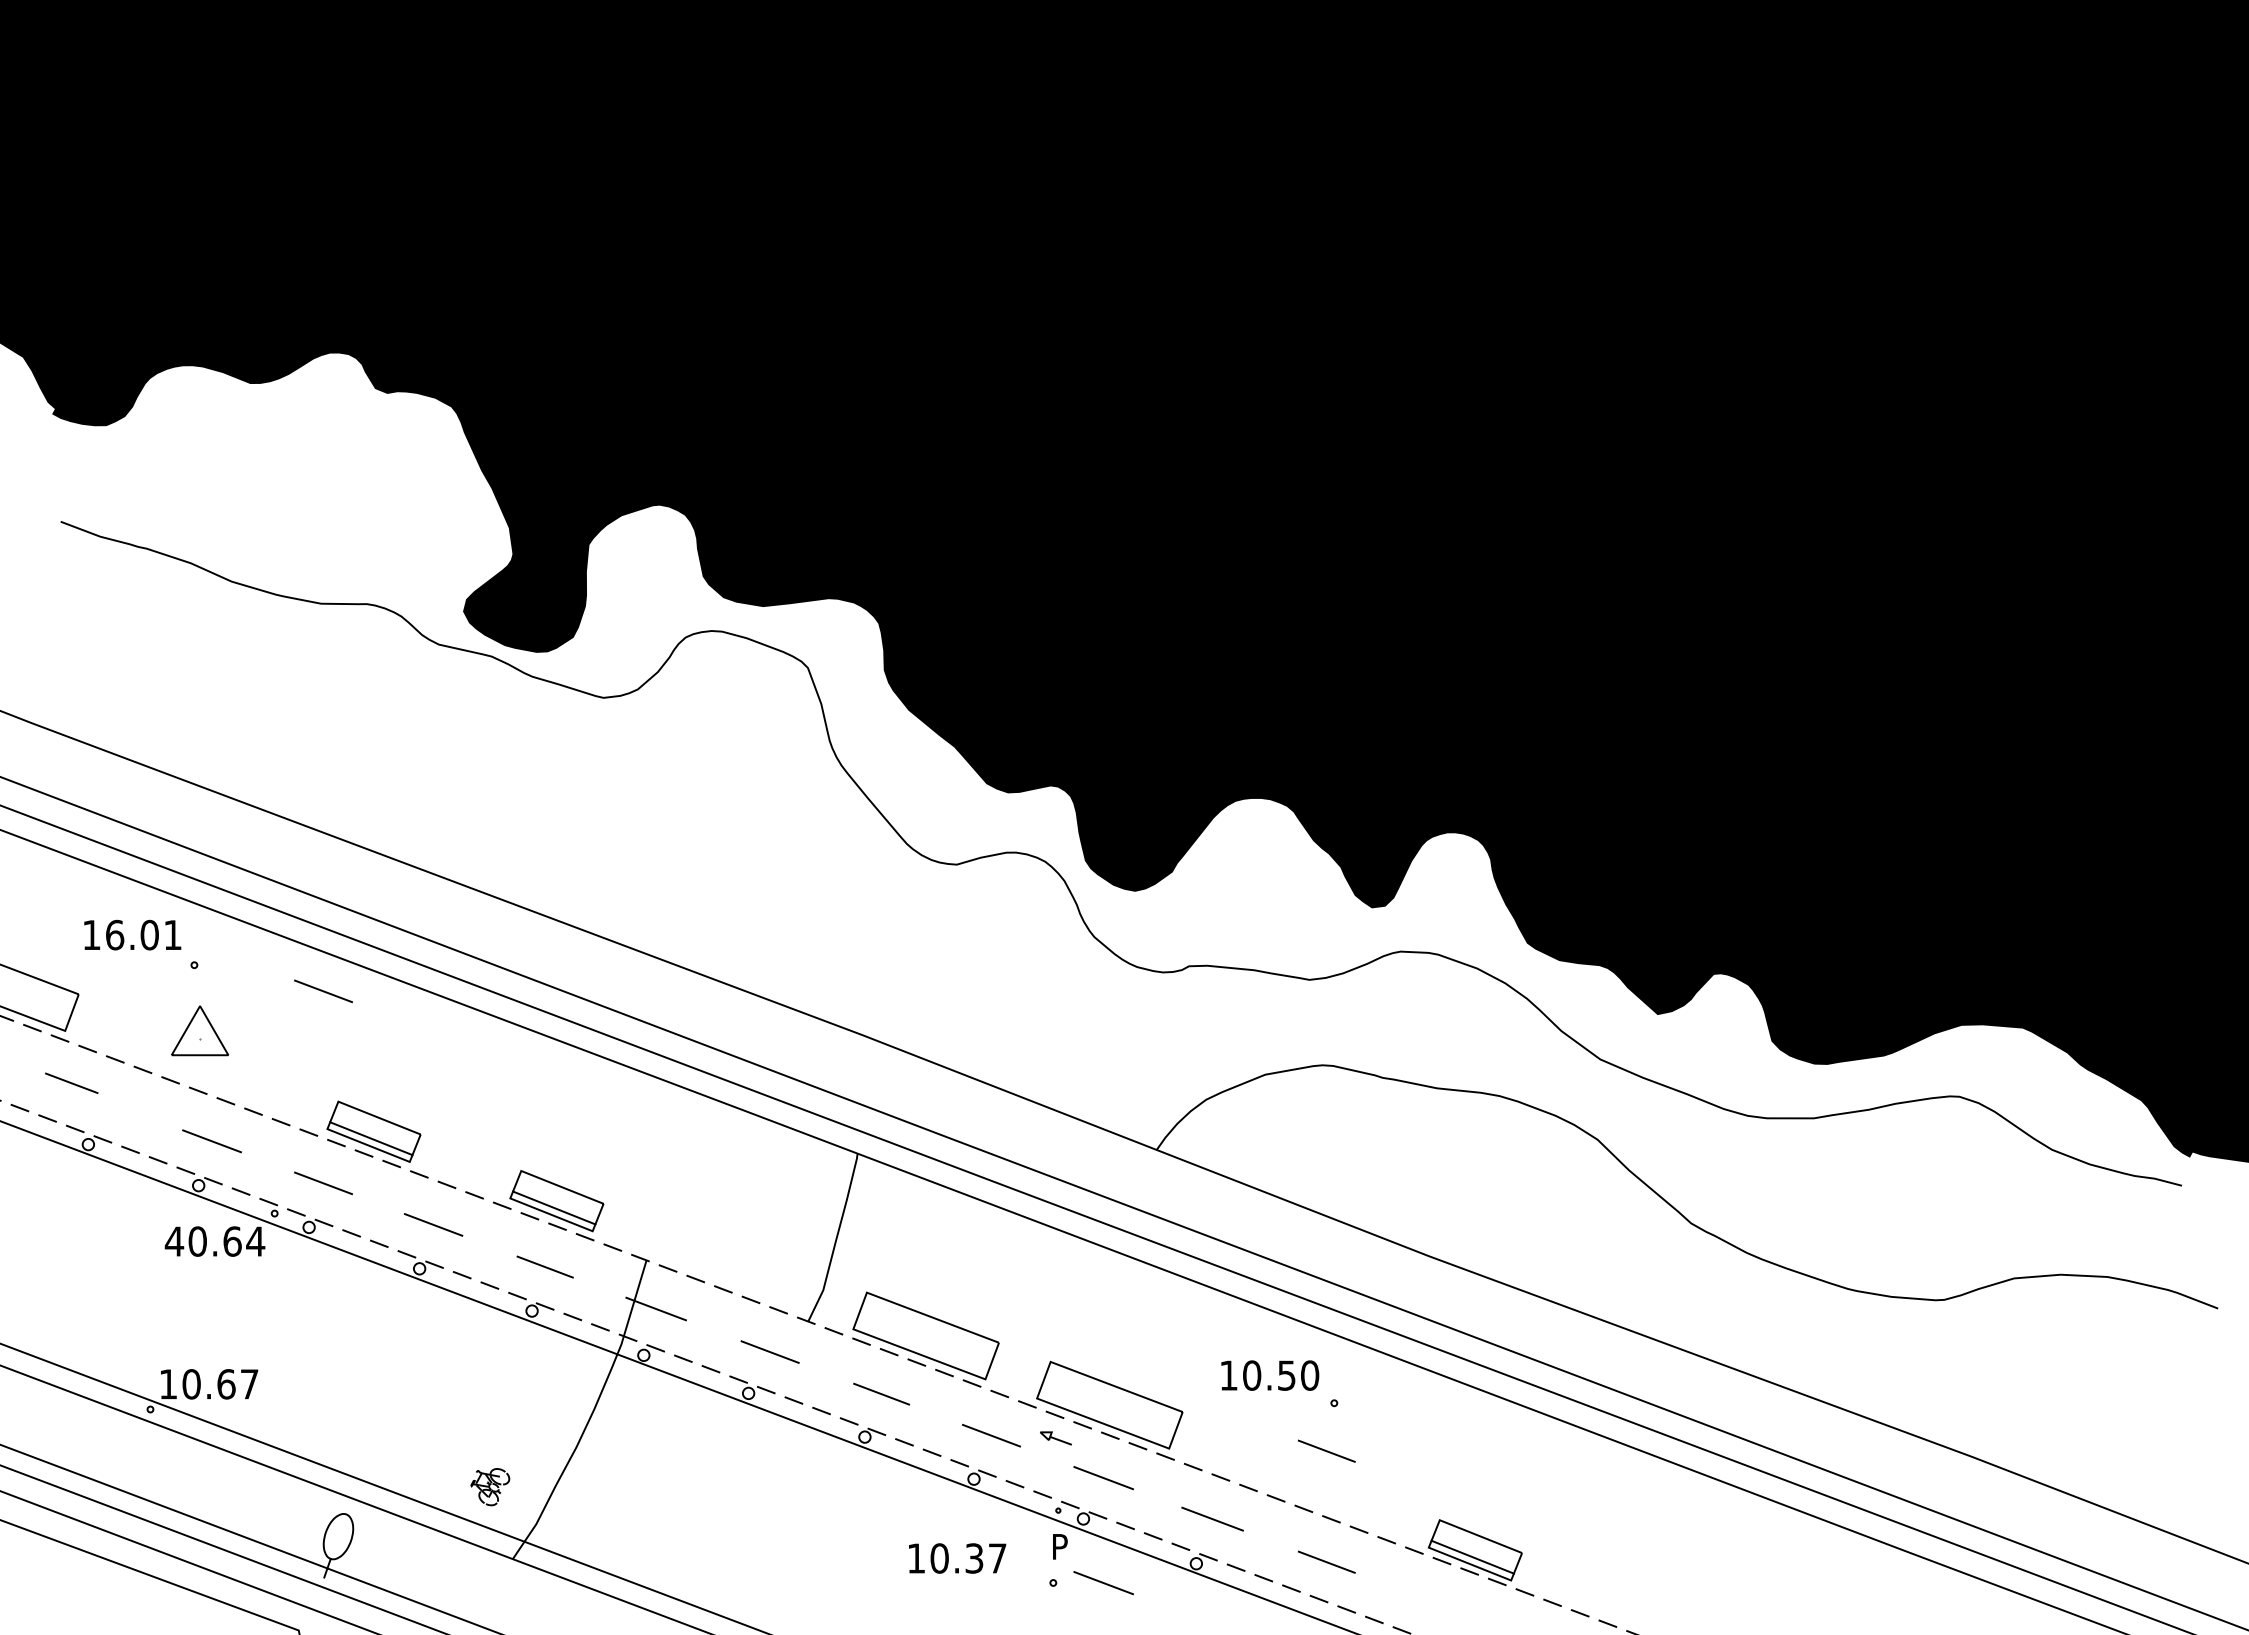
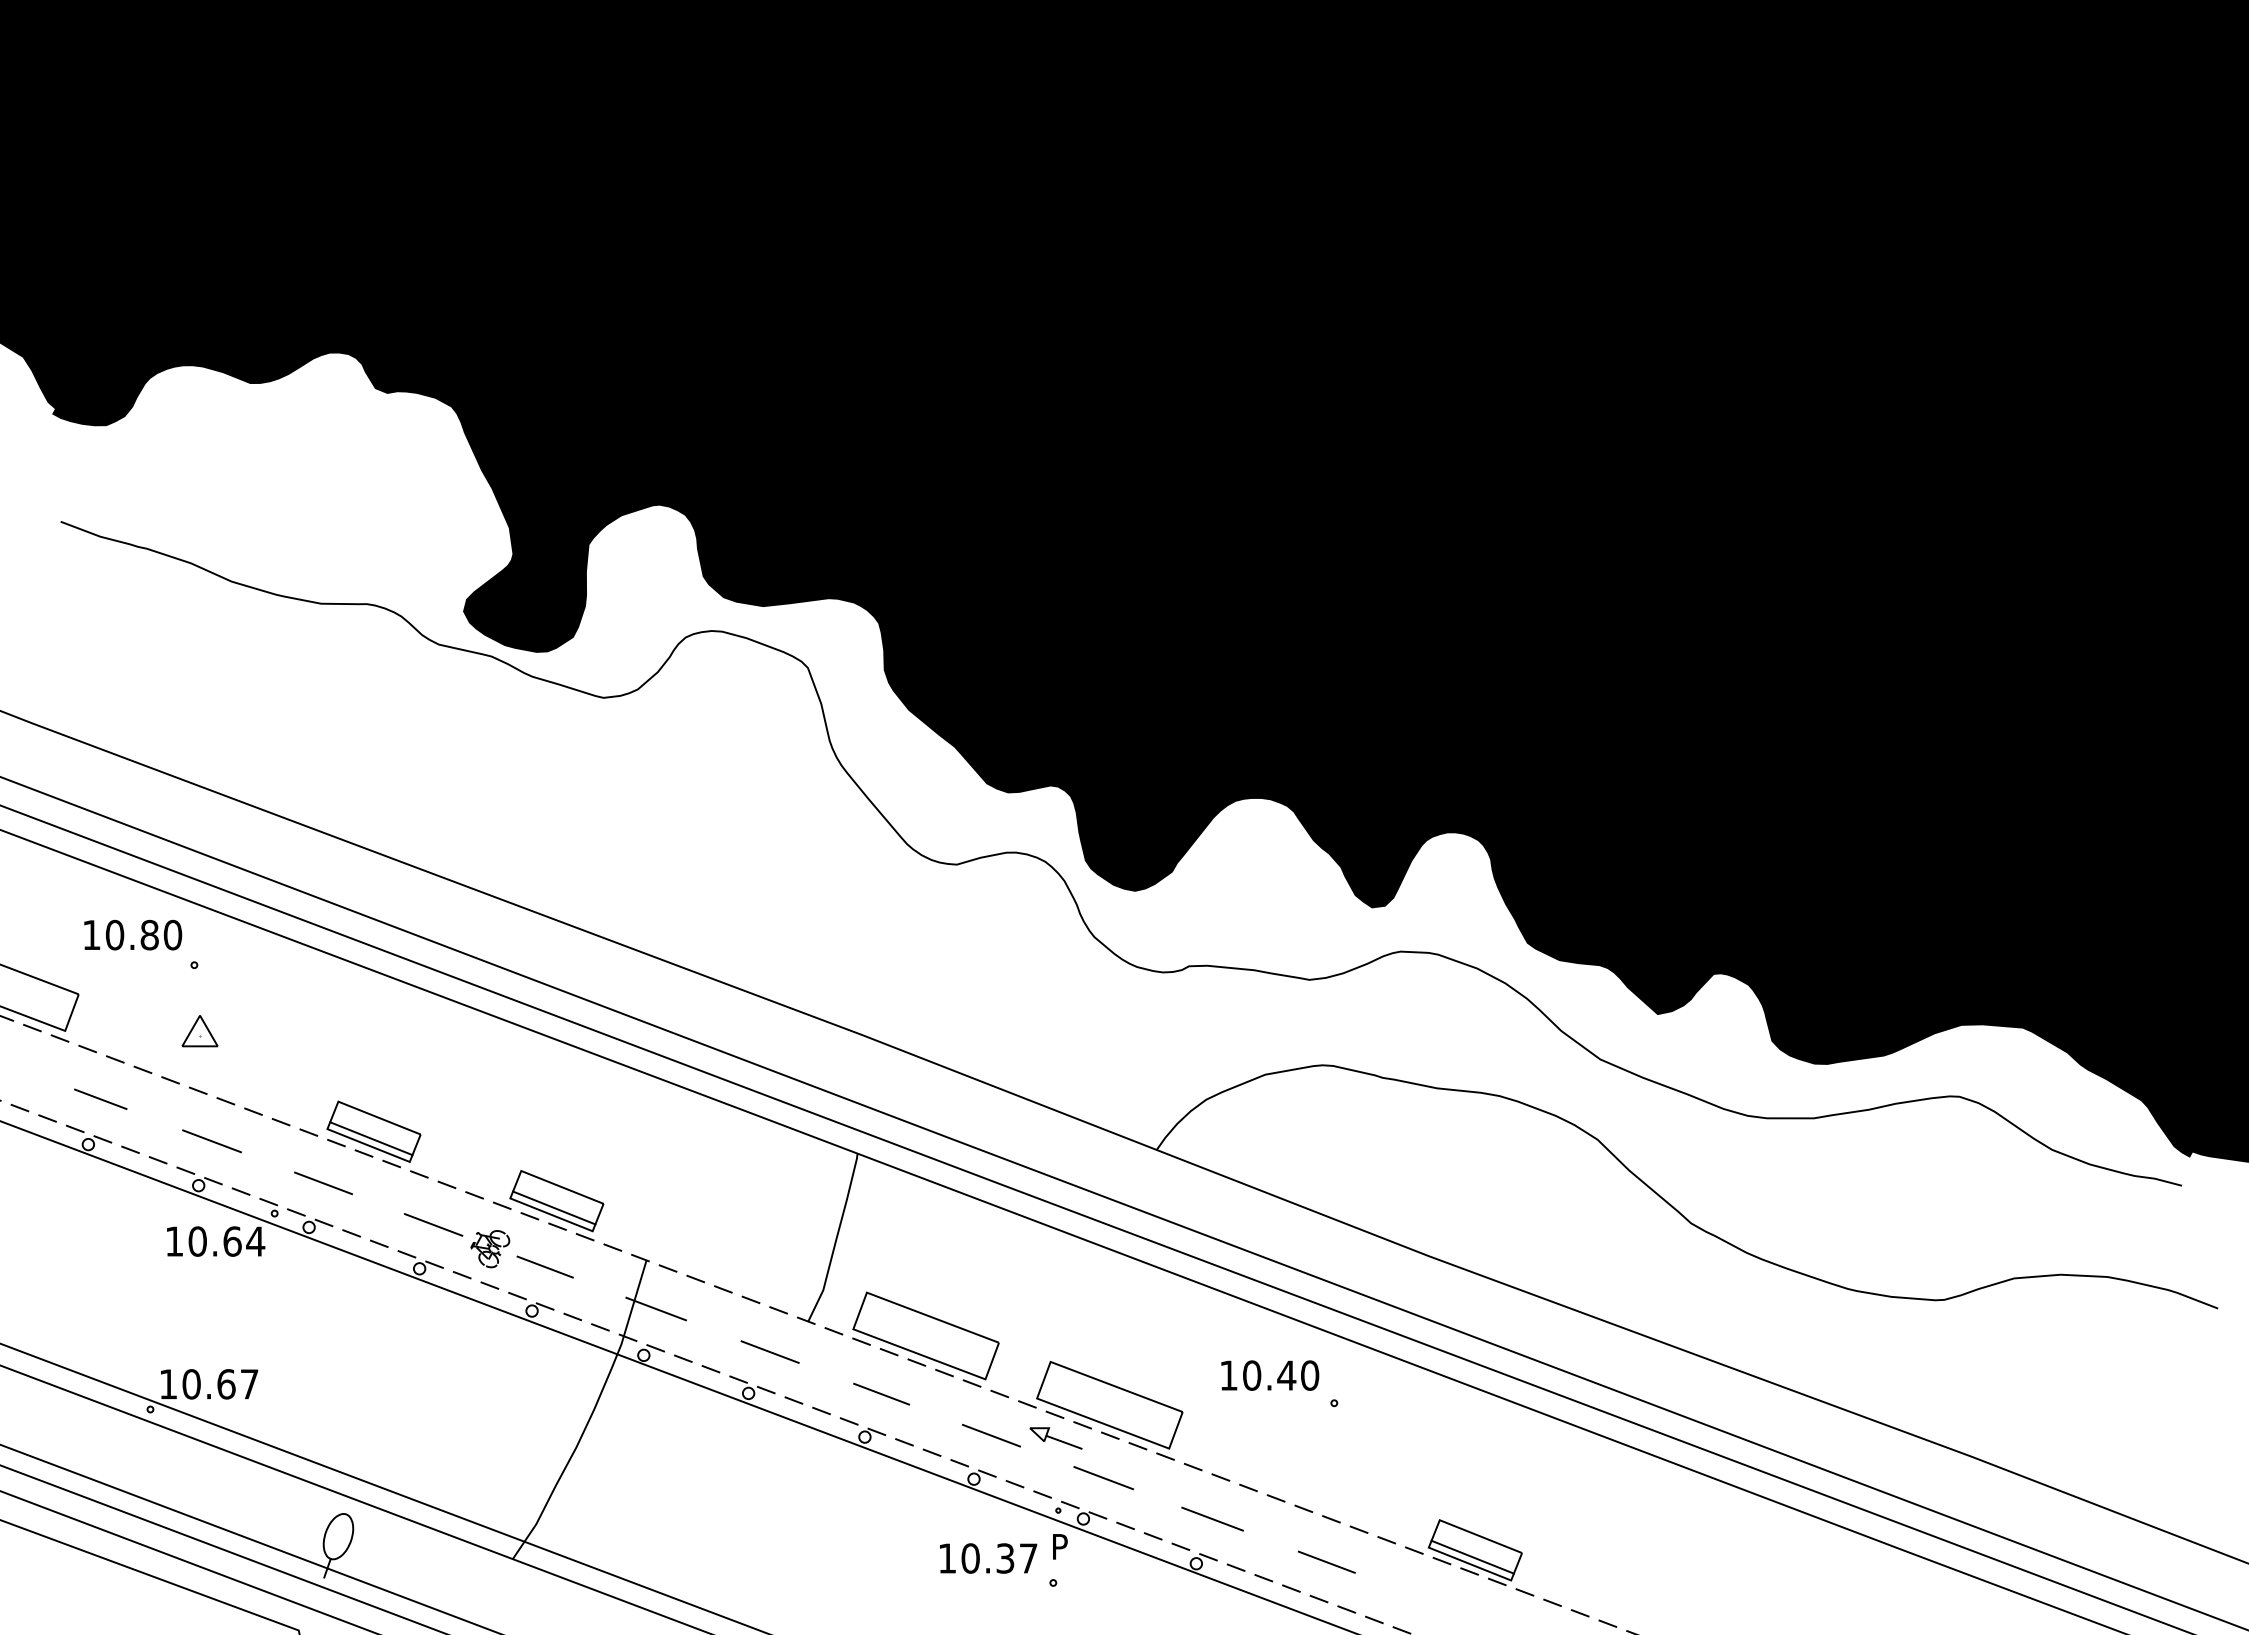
text at (143, 934): 16.01 -> 10.80
line at (323, 991): present -> none
part at (199, 1030) size: 58x52 px -> 38x33 px
line at (71, 1082) position: (71, 1082) -> (100, 1098)
text at (174, 1241): 40.64 -> 10.64
text at (1286, 1375): 10.50 -> 10.40
part at (1055, 1438) size: 32x15 px -> 54x23 px
line at (1326, 1450): present -> none
part at (490, 1487) position: (490, 1487) -> (490, 1249)
text at (957, 1558) position: (957, 1558) -> (988, 1558)
line at (1103, 1583): present -> none
